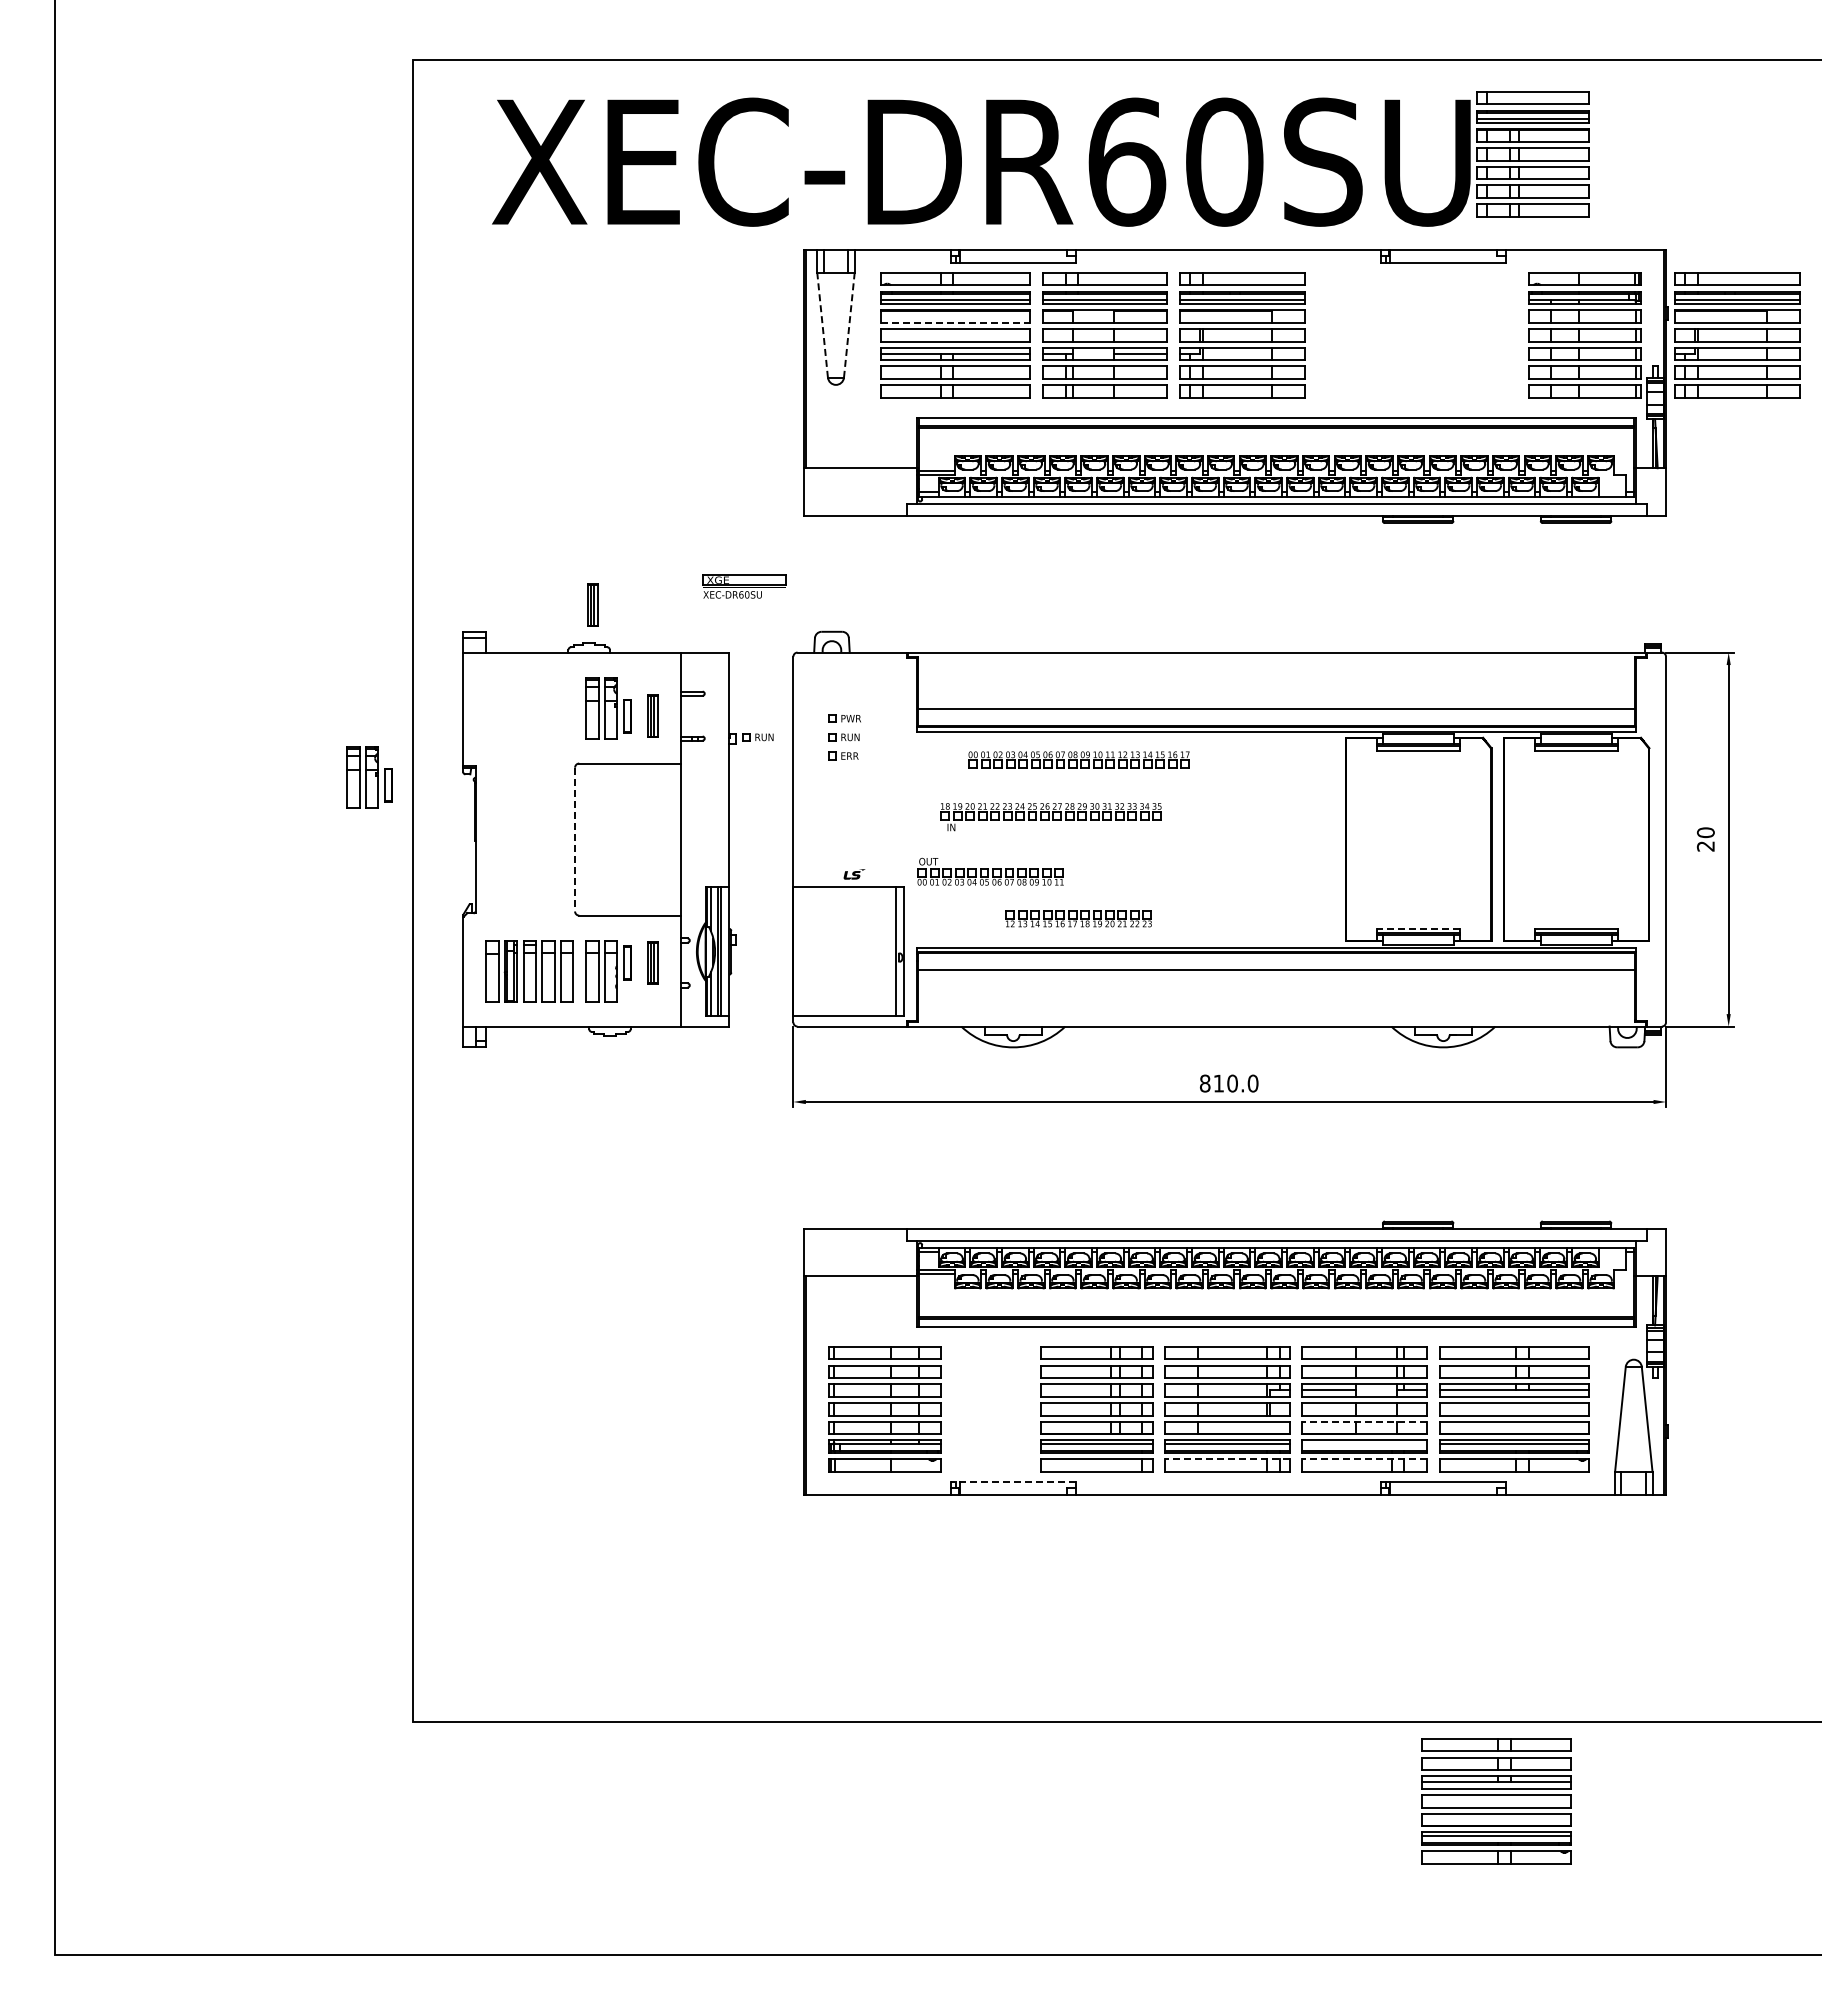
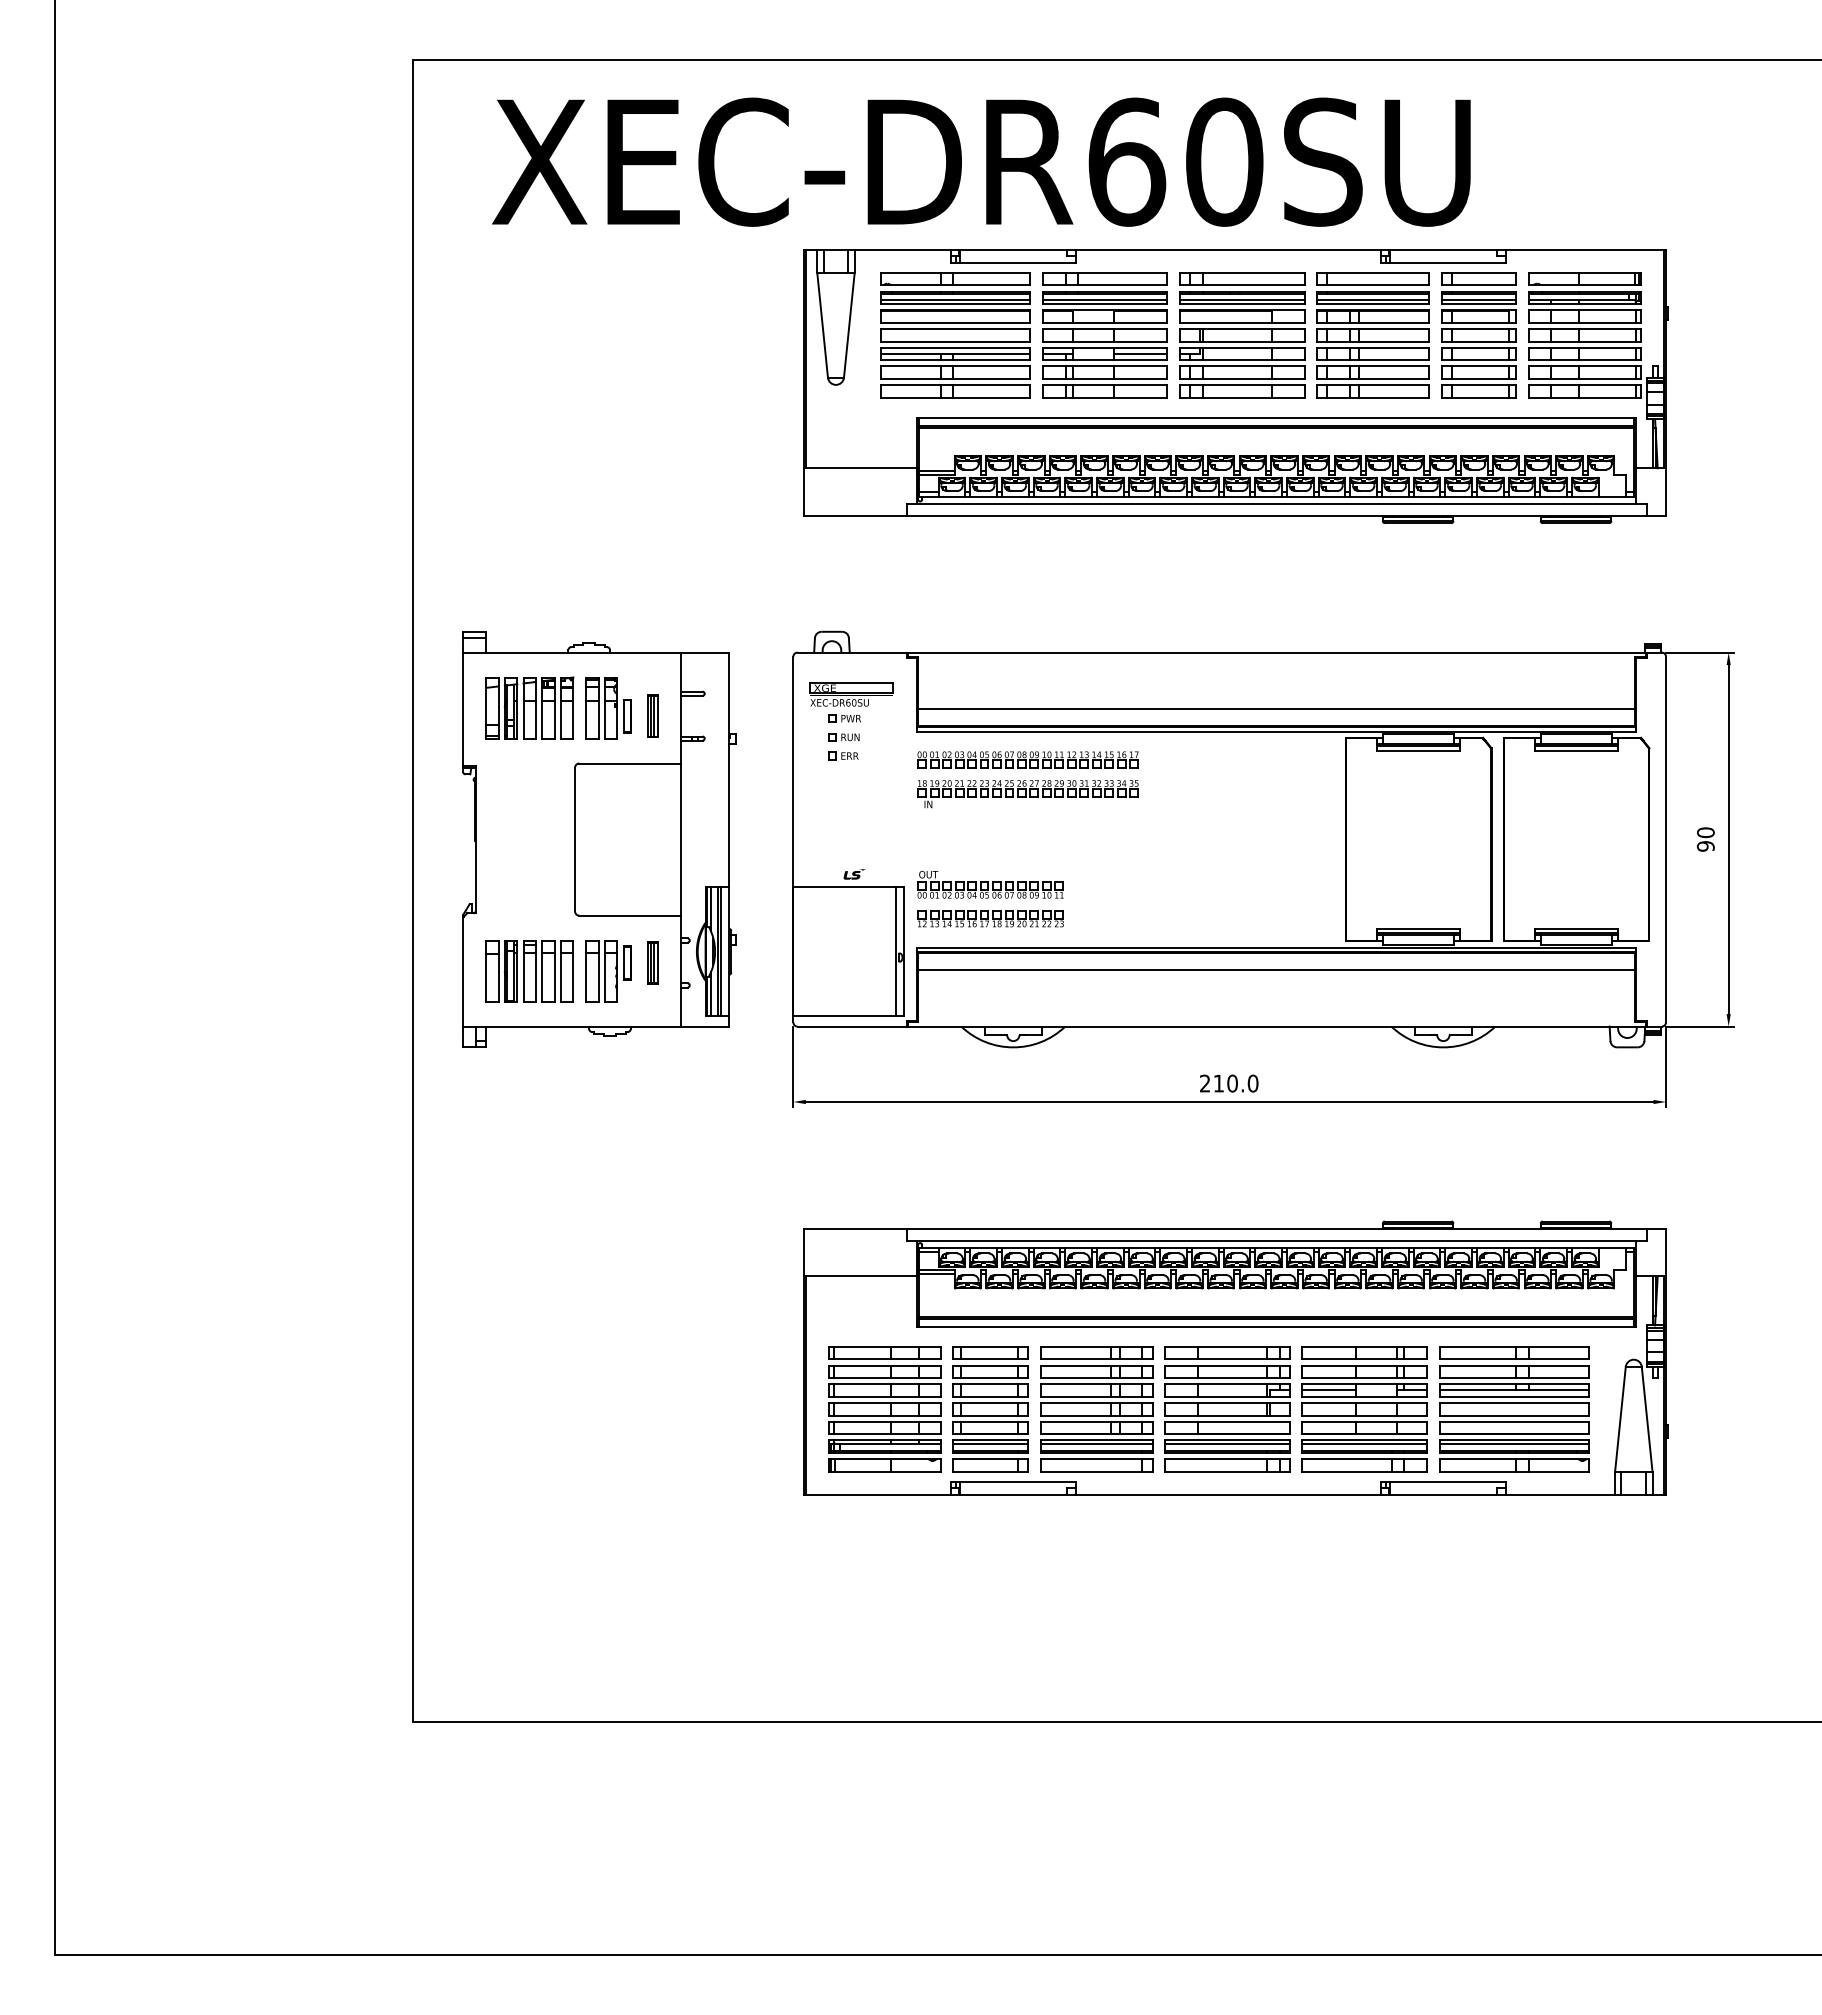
part at (1532, 154) position: (1532, 154) -> (1372, 335)
line at (955, 322): dashed -> solid
line at (822, 325): dashed -> solid
line at (849, 325): dashed -> solid
part at (1478, 335): none -> present
part at (1737, 335): present -> none
part at (744, 586) position: (744, 586) -> (851, 694)
part at (592, 604): present -> none
part at (529, 707): none -> present
part at (757, 737): present -> none
part at (1078, 759) position: (1078, 759) -> (1027, 759)
part at (369, 777): present -> none
part at (1050, 817) position: (1050, 817) -> (1027, 794)
line at (575, 839): dashed -> solid
text at (1705, 846): 20 -> 90
part at (990, 871) position: (990, 871) -> (990, 884)
part at (1078, 918) position: (1078, 918) -> (990, 918)
line at (1418, 928): dashed -> solid
text at (1204, 1083): 810.0 -> 210.0
part at (990, 1409): none -> present
line at (1364, 1421): dashed -> solid
line at (1364, 1444): none -> present
line at (1227, 1459): dashed -> solid
line at (1364, 1459): dashed -> solid
line at (1012, 1482): dashed -> solid
part at (1496, 1801): present -> none
